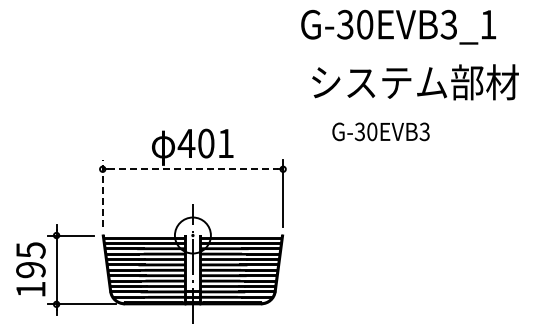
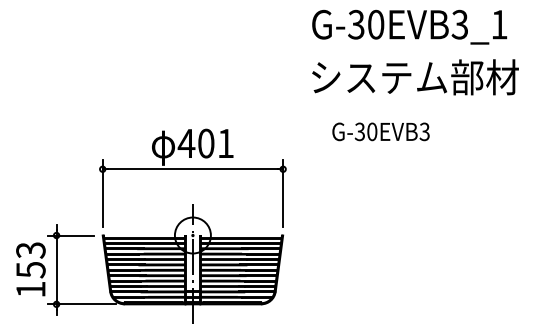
text at (398, 26) position: (398, 26) -> (409, 26)
text at (415, 82) position: (415, 82) -> (415, 77)
line at (192, 169): dashed -> solid
line at (102, 192): dashed -> solid
text at (30, 260): 195 -> 153
